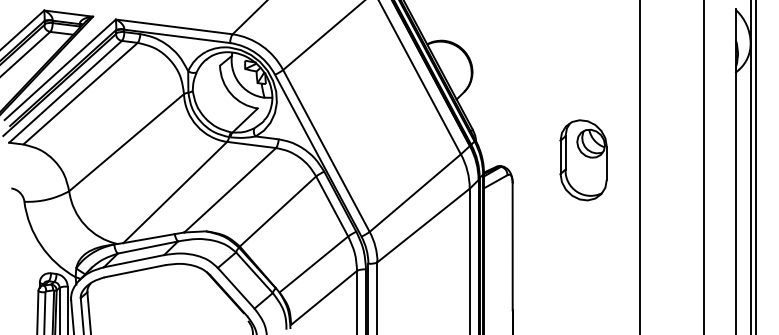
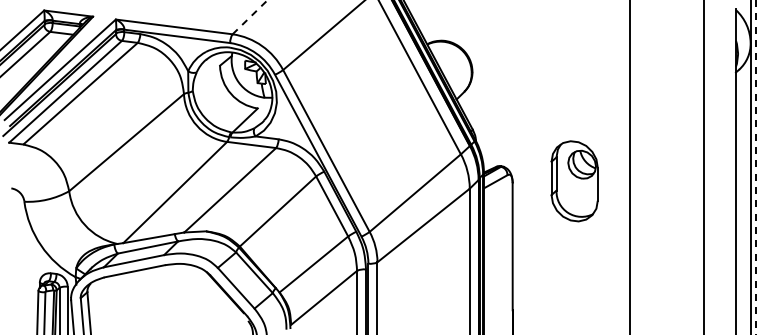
line at (250, 17): solid -> dashed
part at (583, 160) position: (583, 160) -> (574, 181)
line at (639, 166) position: (639, 166) -> (629, 166)
line at (755, 166): solid -> dashed
